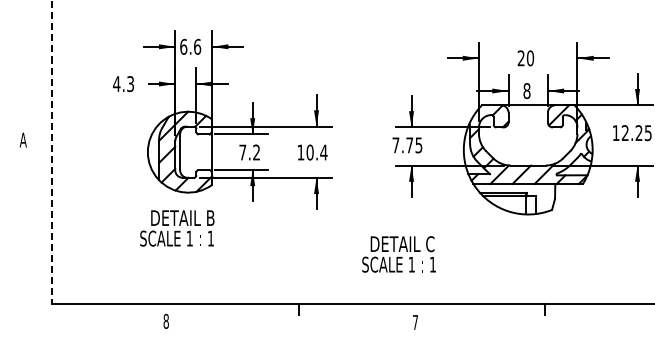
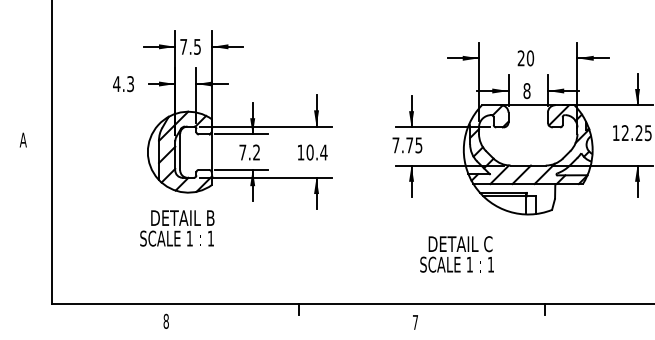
text at (190, 46): 6.6 -> 7.5
line at (52, 152): dashed -> solid
text at (398, 254) position: (398, 254) -> (456, 254)
